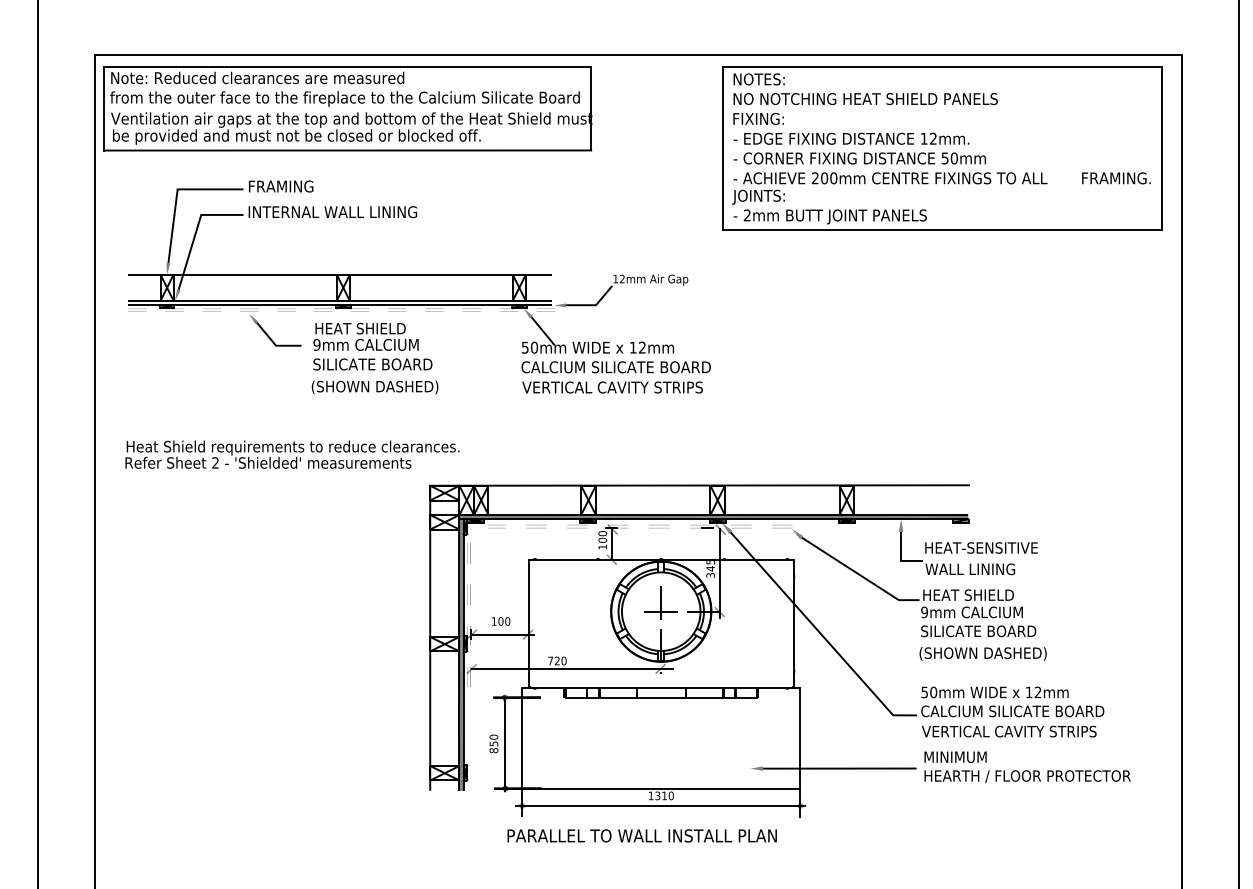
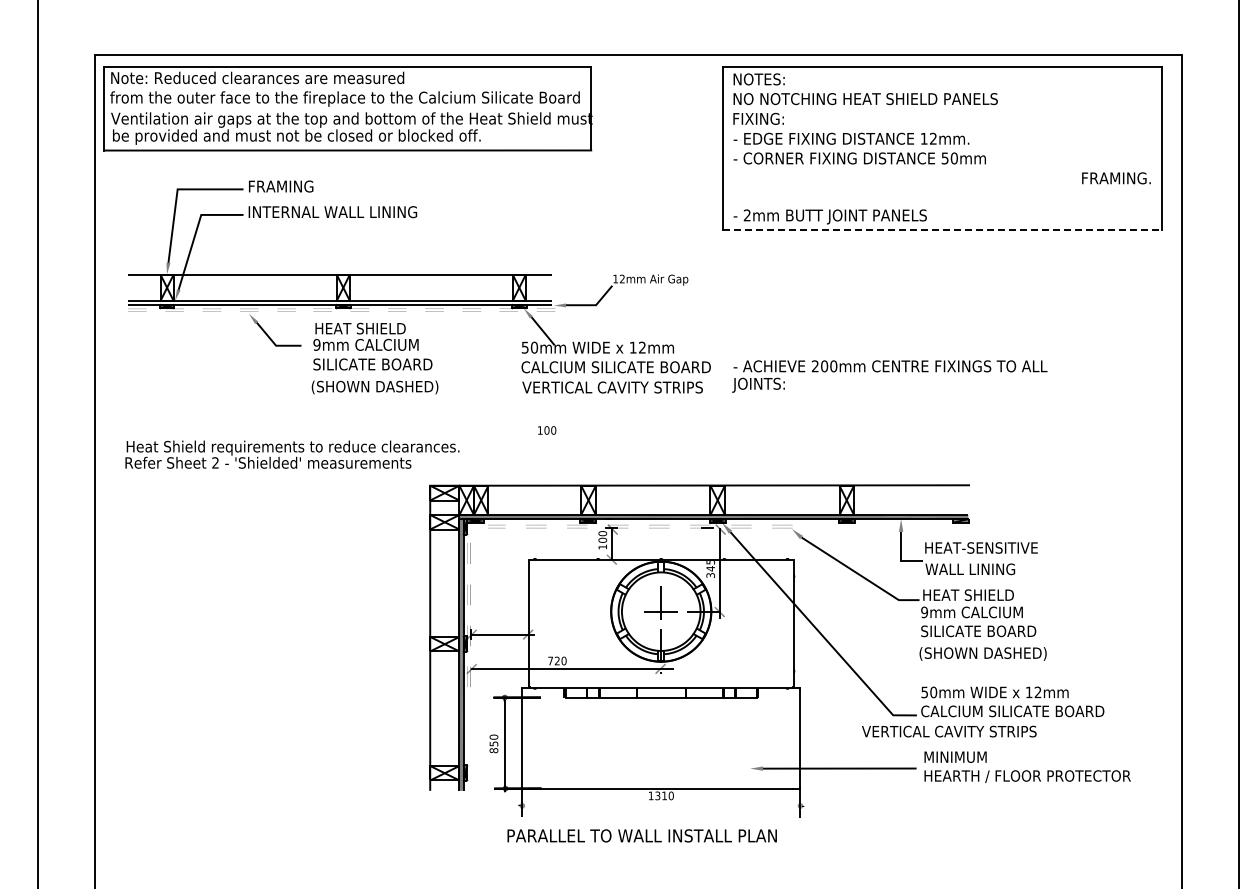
text at (889, 188) position: (889, 188) -> (889, 376)
line at (942, 230): solid -> dashed
text at (501, 621) position: (501, 621) -> (547, 430)
text at (1009, 731) position: (1009, 731) -> (949, 731)
line at (660, 805): present -> none
